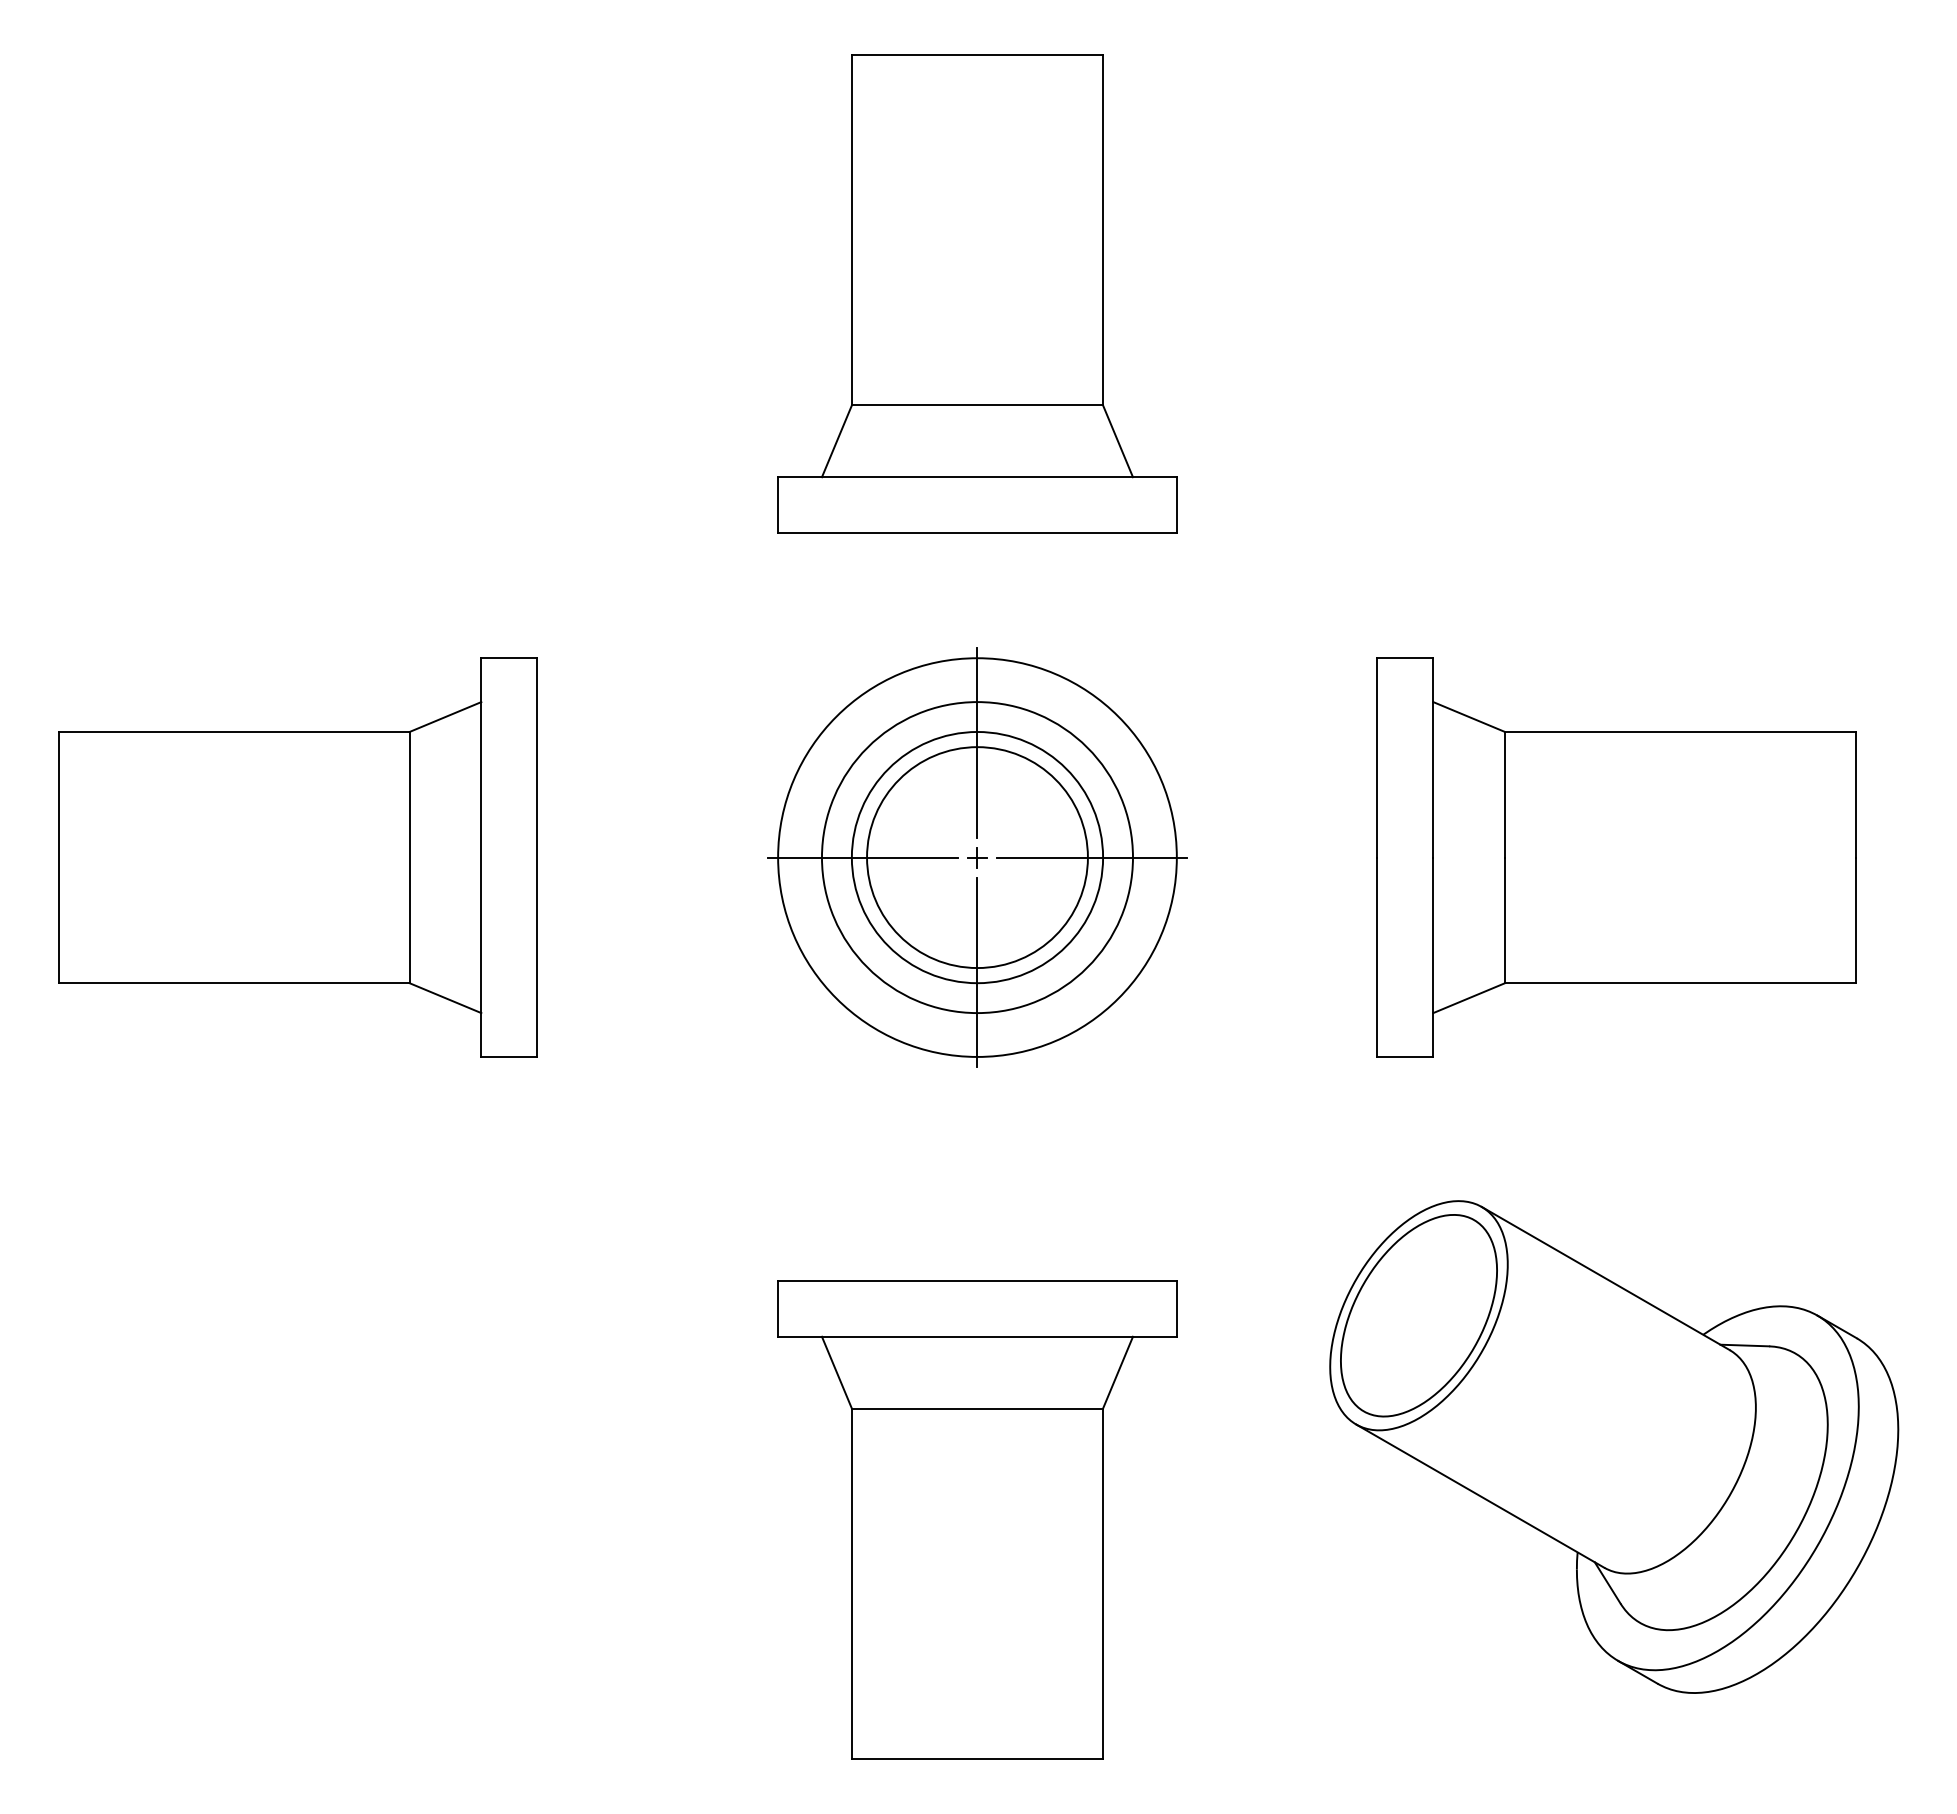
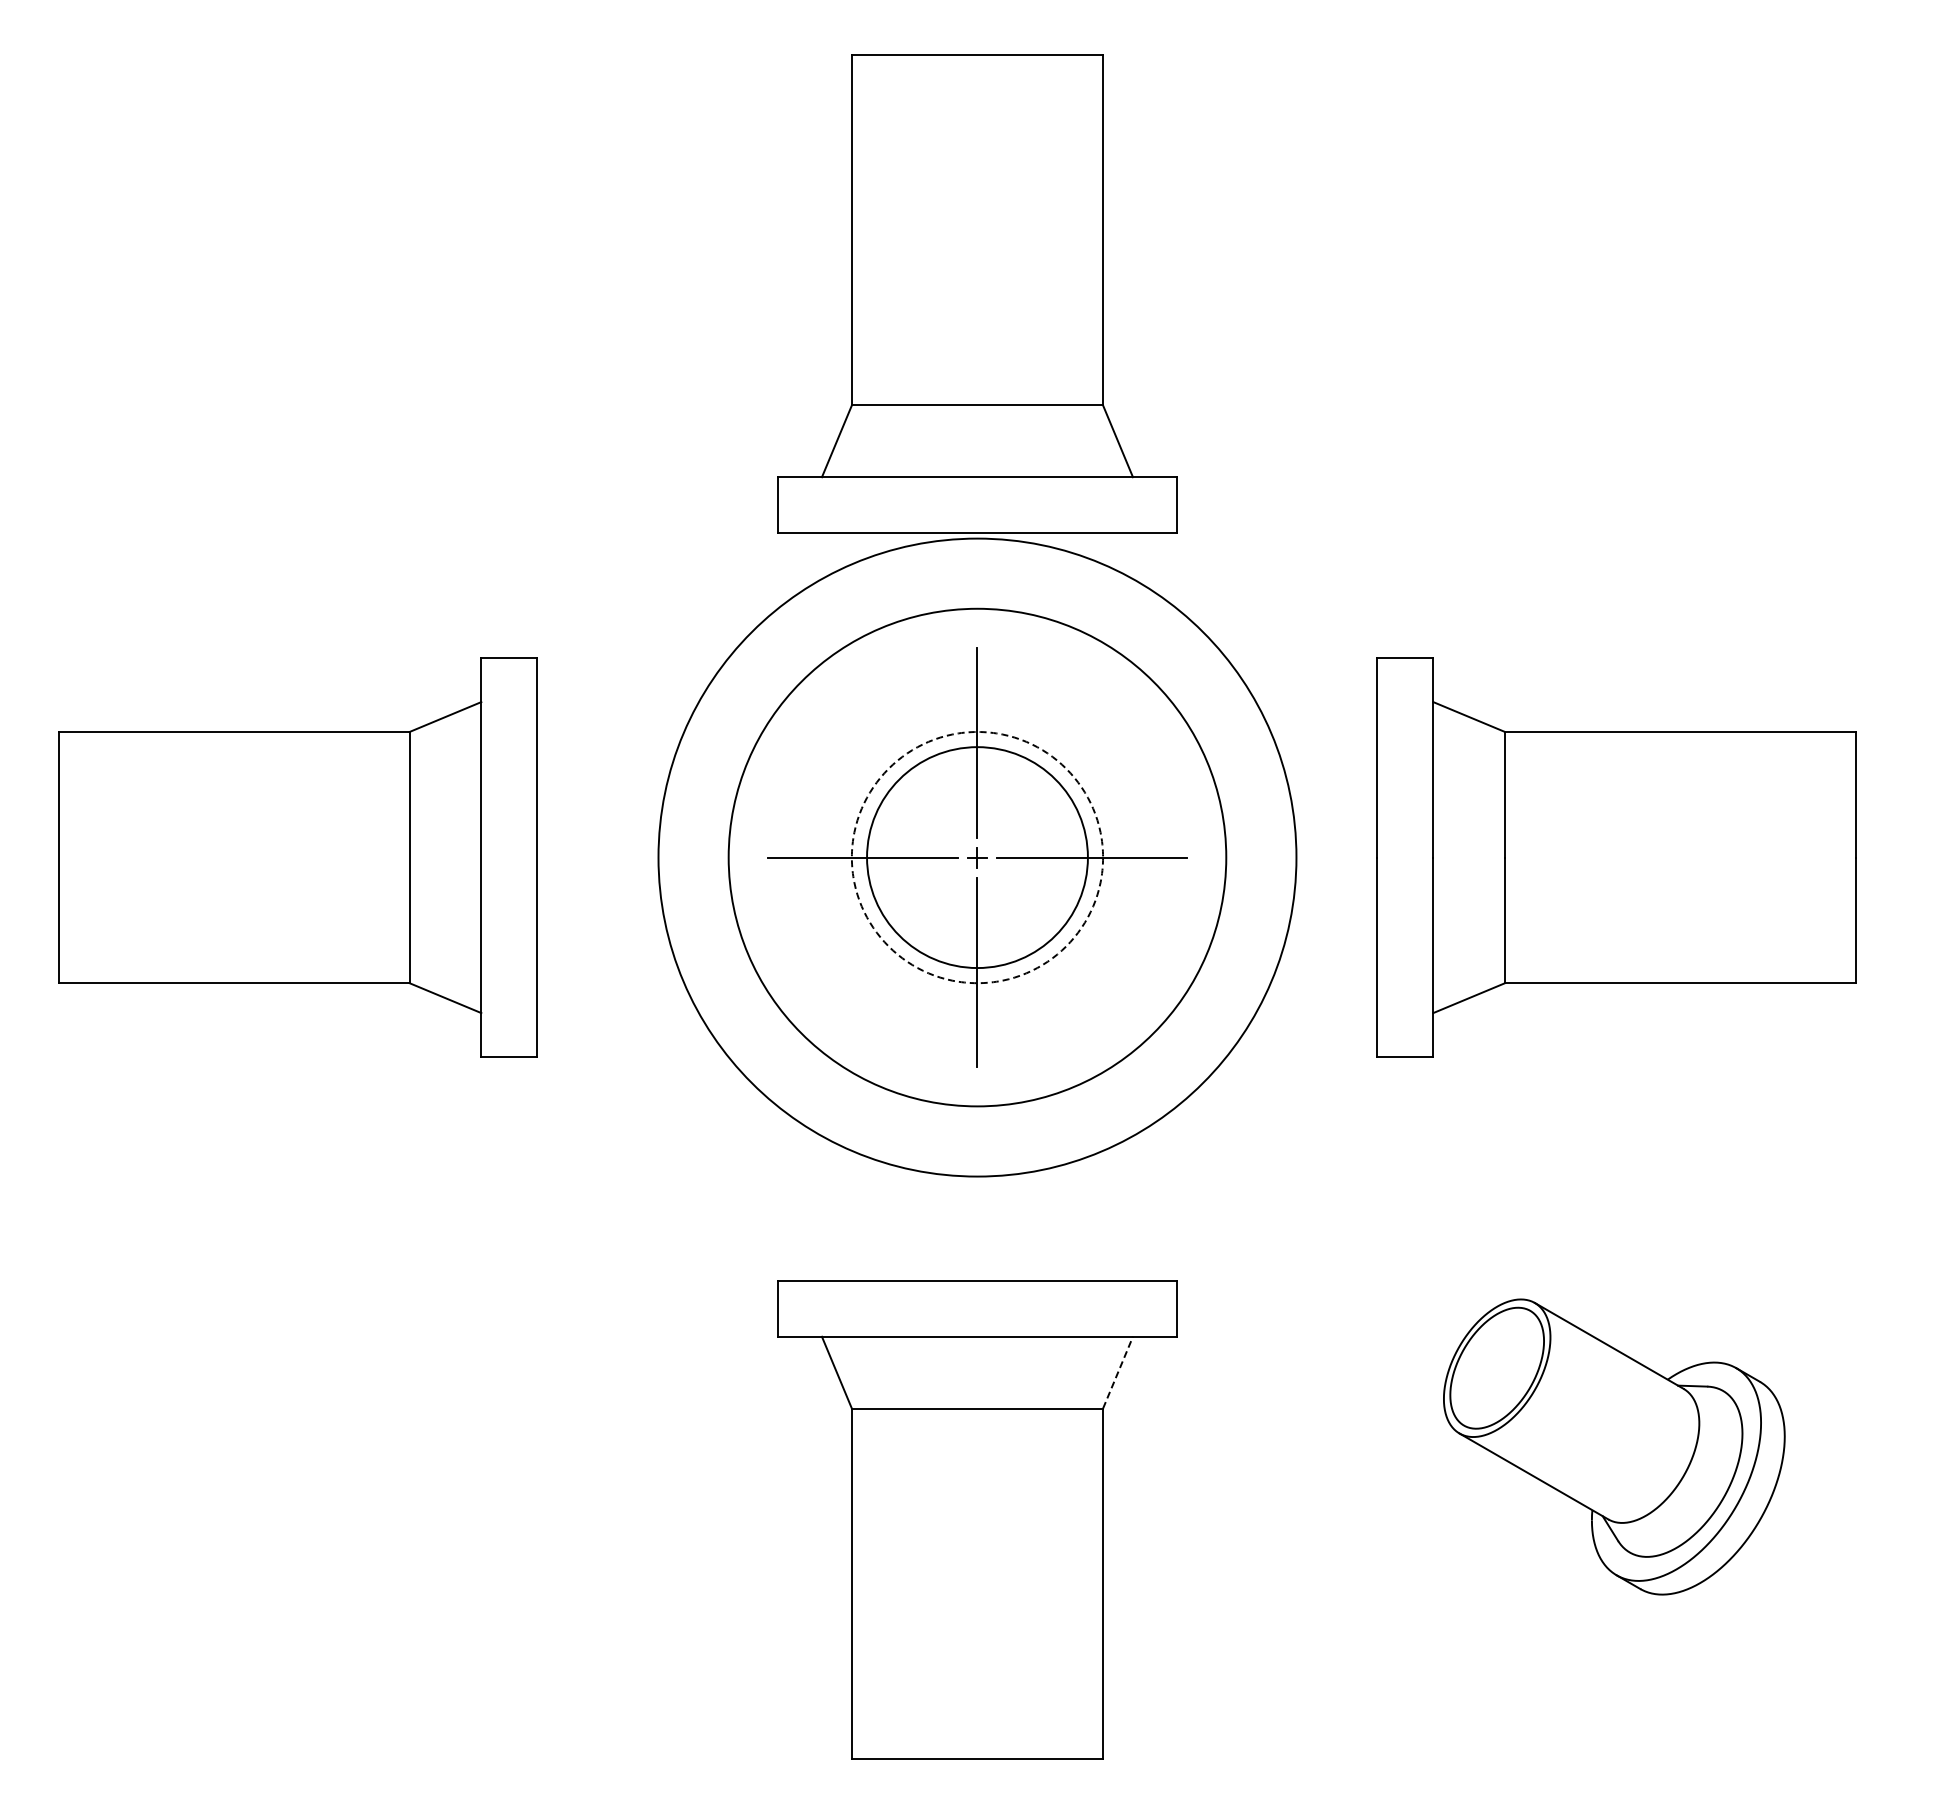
circle at (976, 857) diameter: 311 px -> 498 px
circle at (977, 857) diameter: 399 px -> 638 px
circle at (977, 857): solid -> dashed
line at (1118, 1372): solid -> dashed
part at (1614, 1446) size: 571x494 px -> 343x298 px
